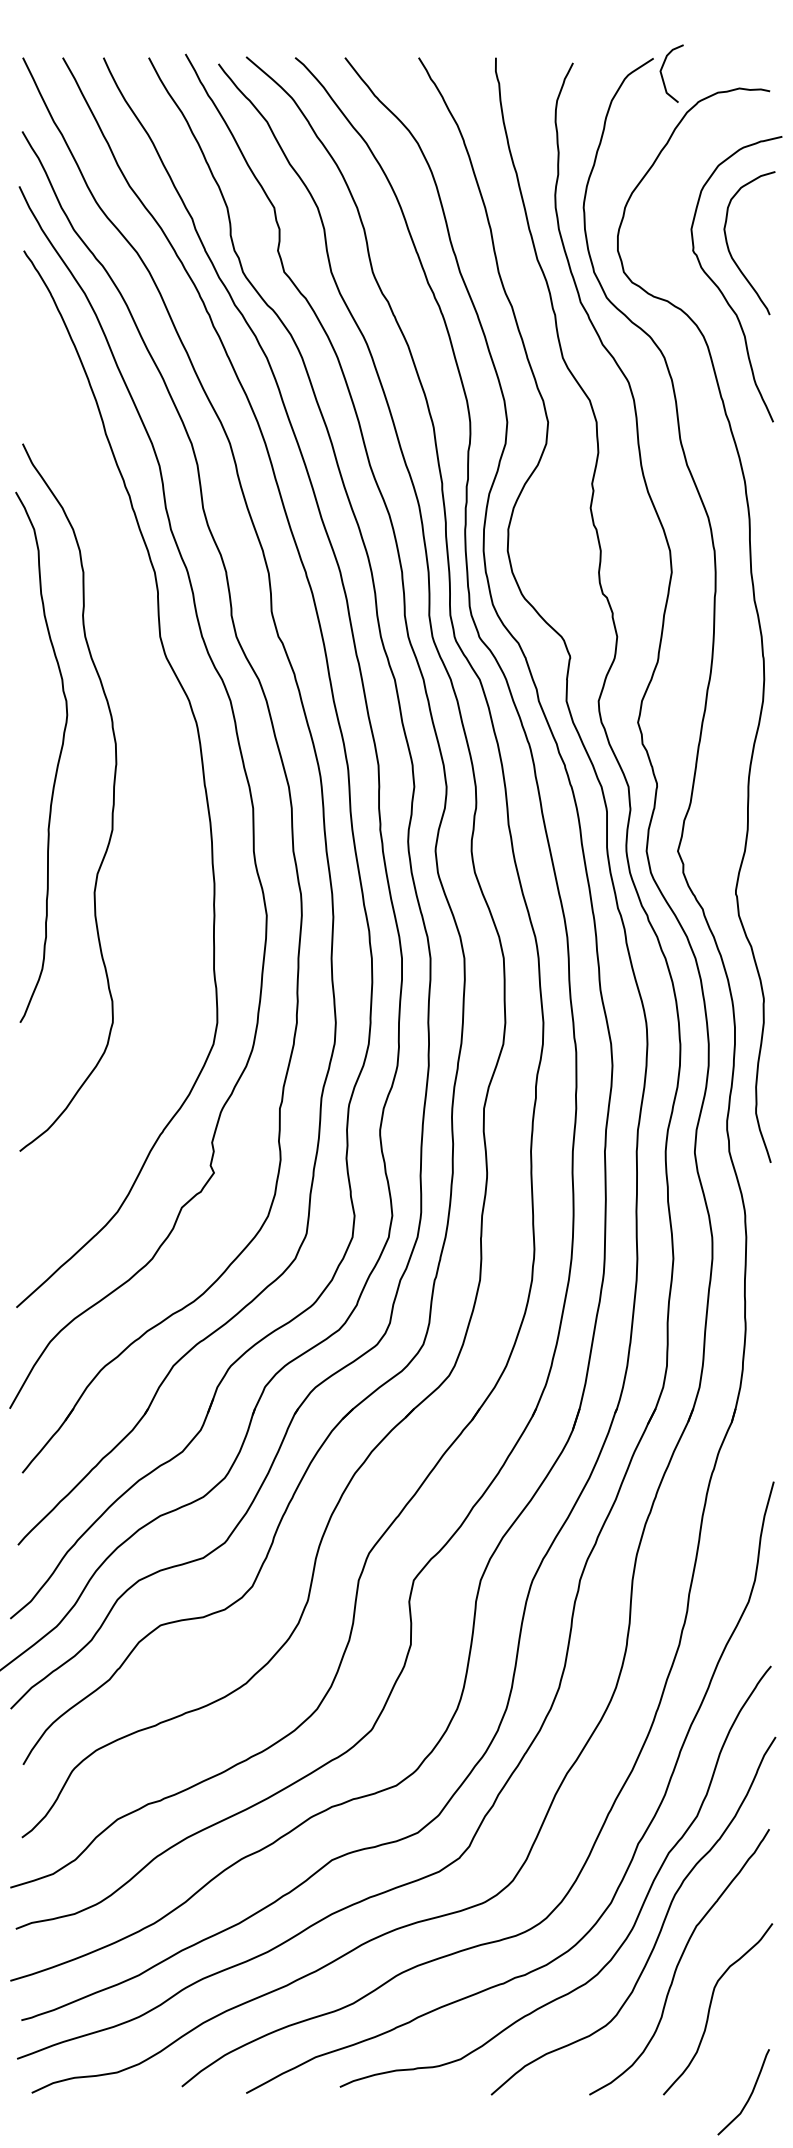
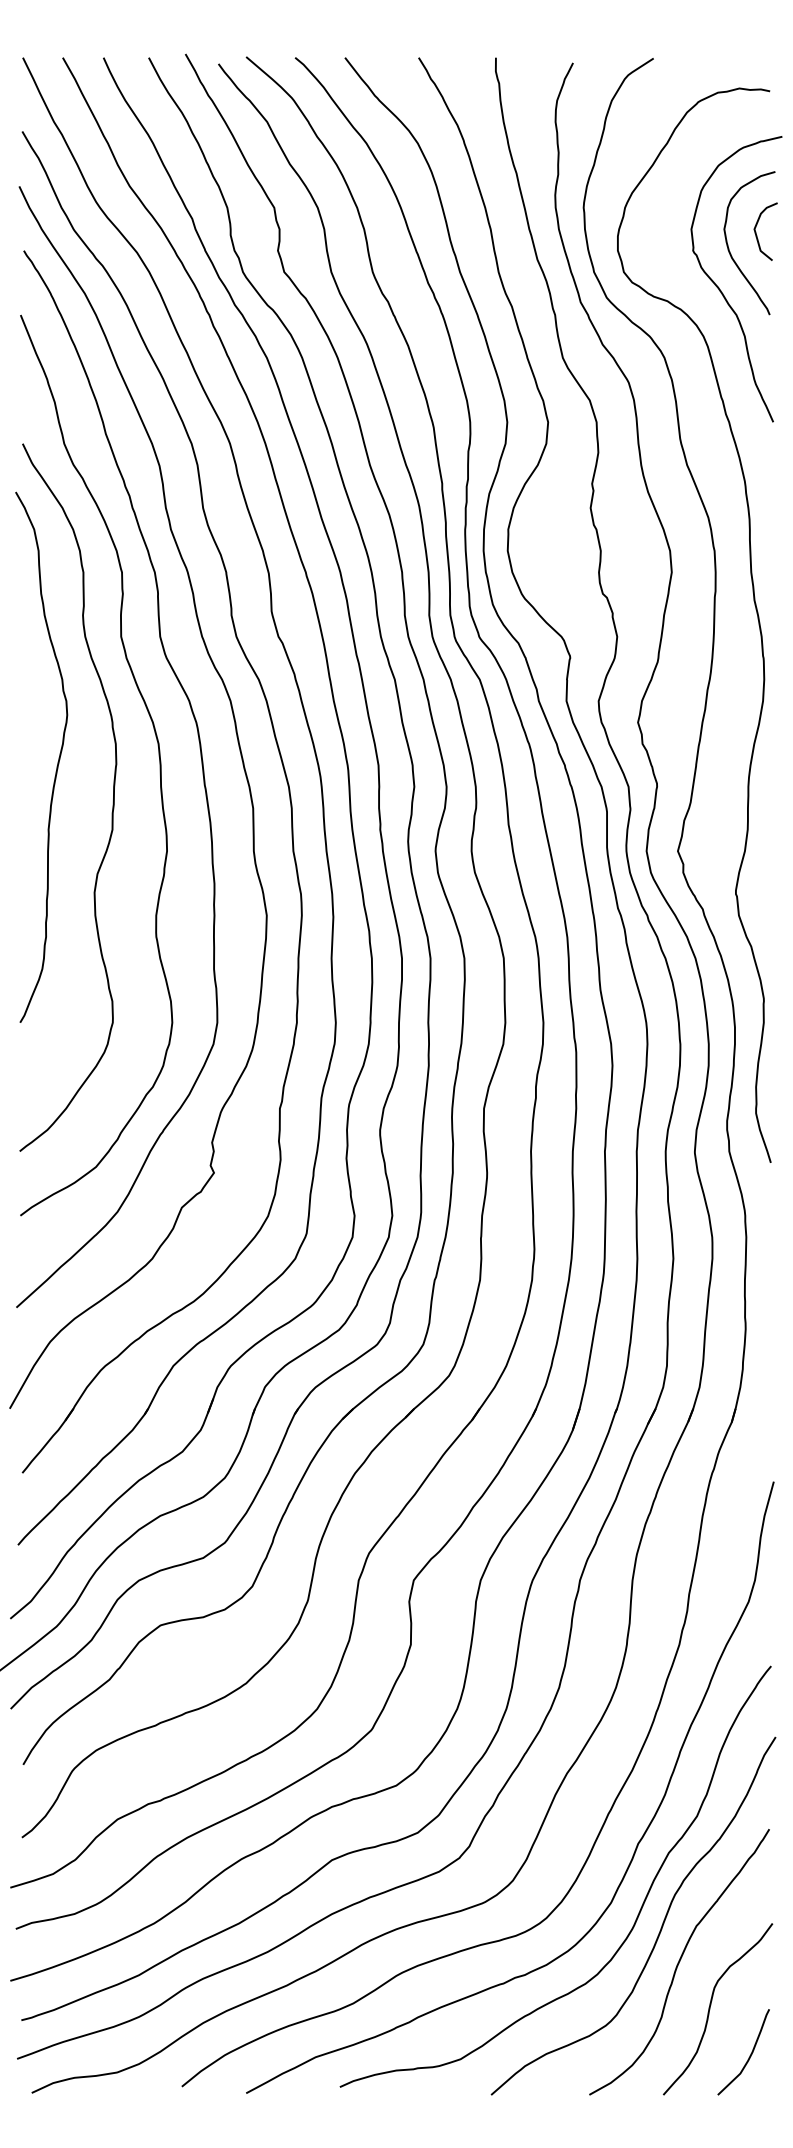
curve at (663, 77) position: (663, 77) -> (757, 235)
curve at (158, 756): none -> present
curve at (749, 2095) position: (749, 2095) -> (749, 2055)
